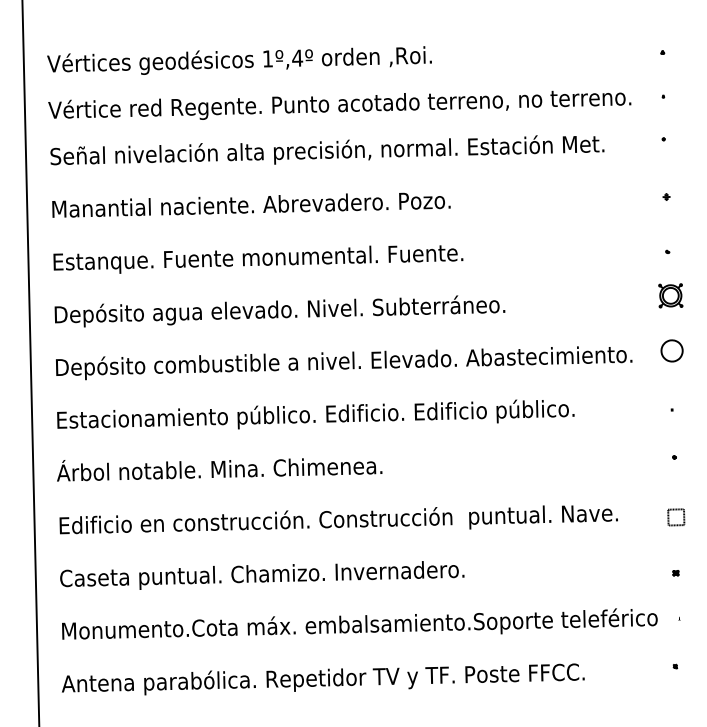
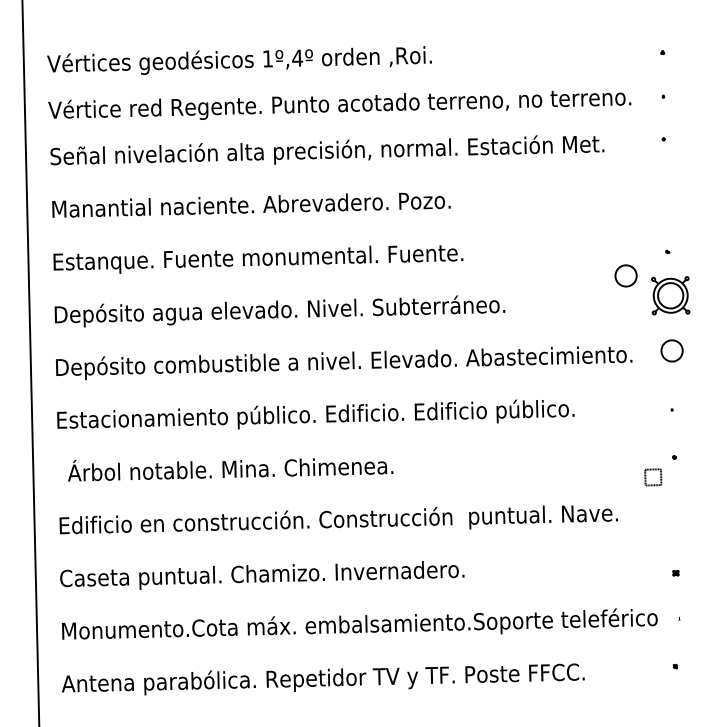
part at (666, 196): present -> none
part at (625, 275): none -> present
part at (670, 295) size: 26x26 px -> 40x40 px
text at (219, 469) position: (219, 469) -> (230, 469)
part at (676, 517) position: (676, 517) -> (653, 477)
